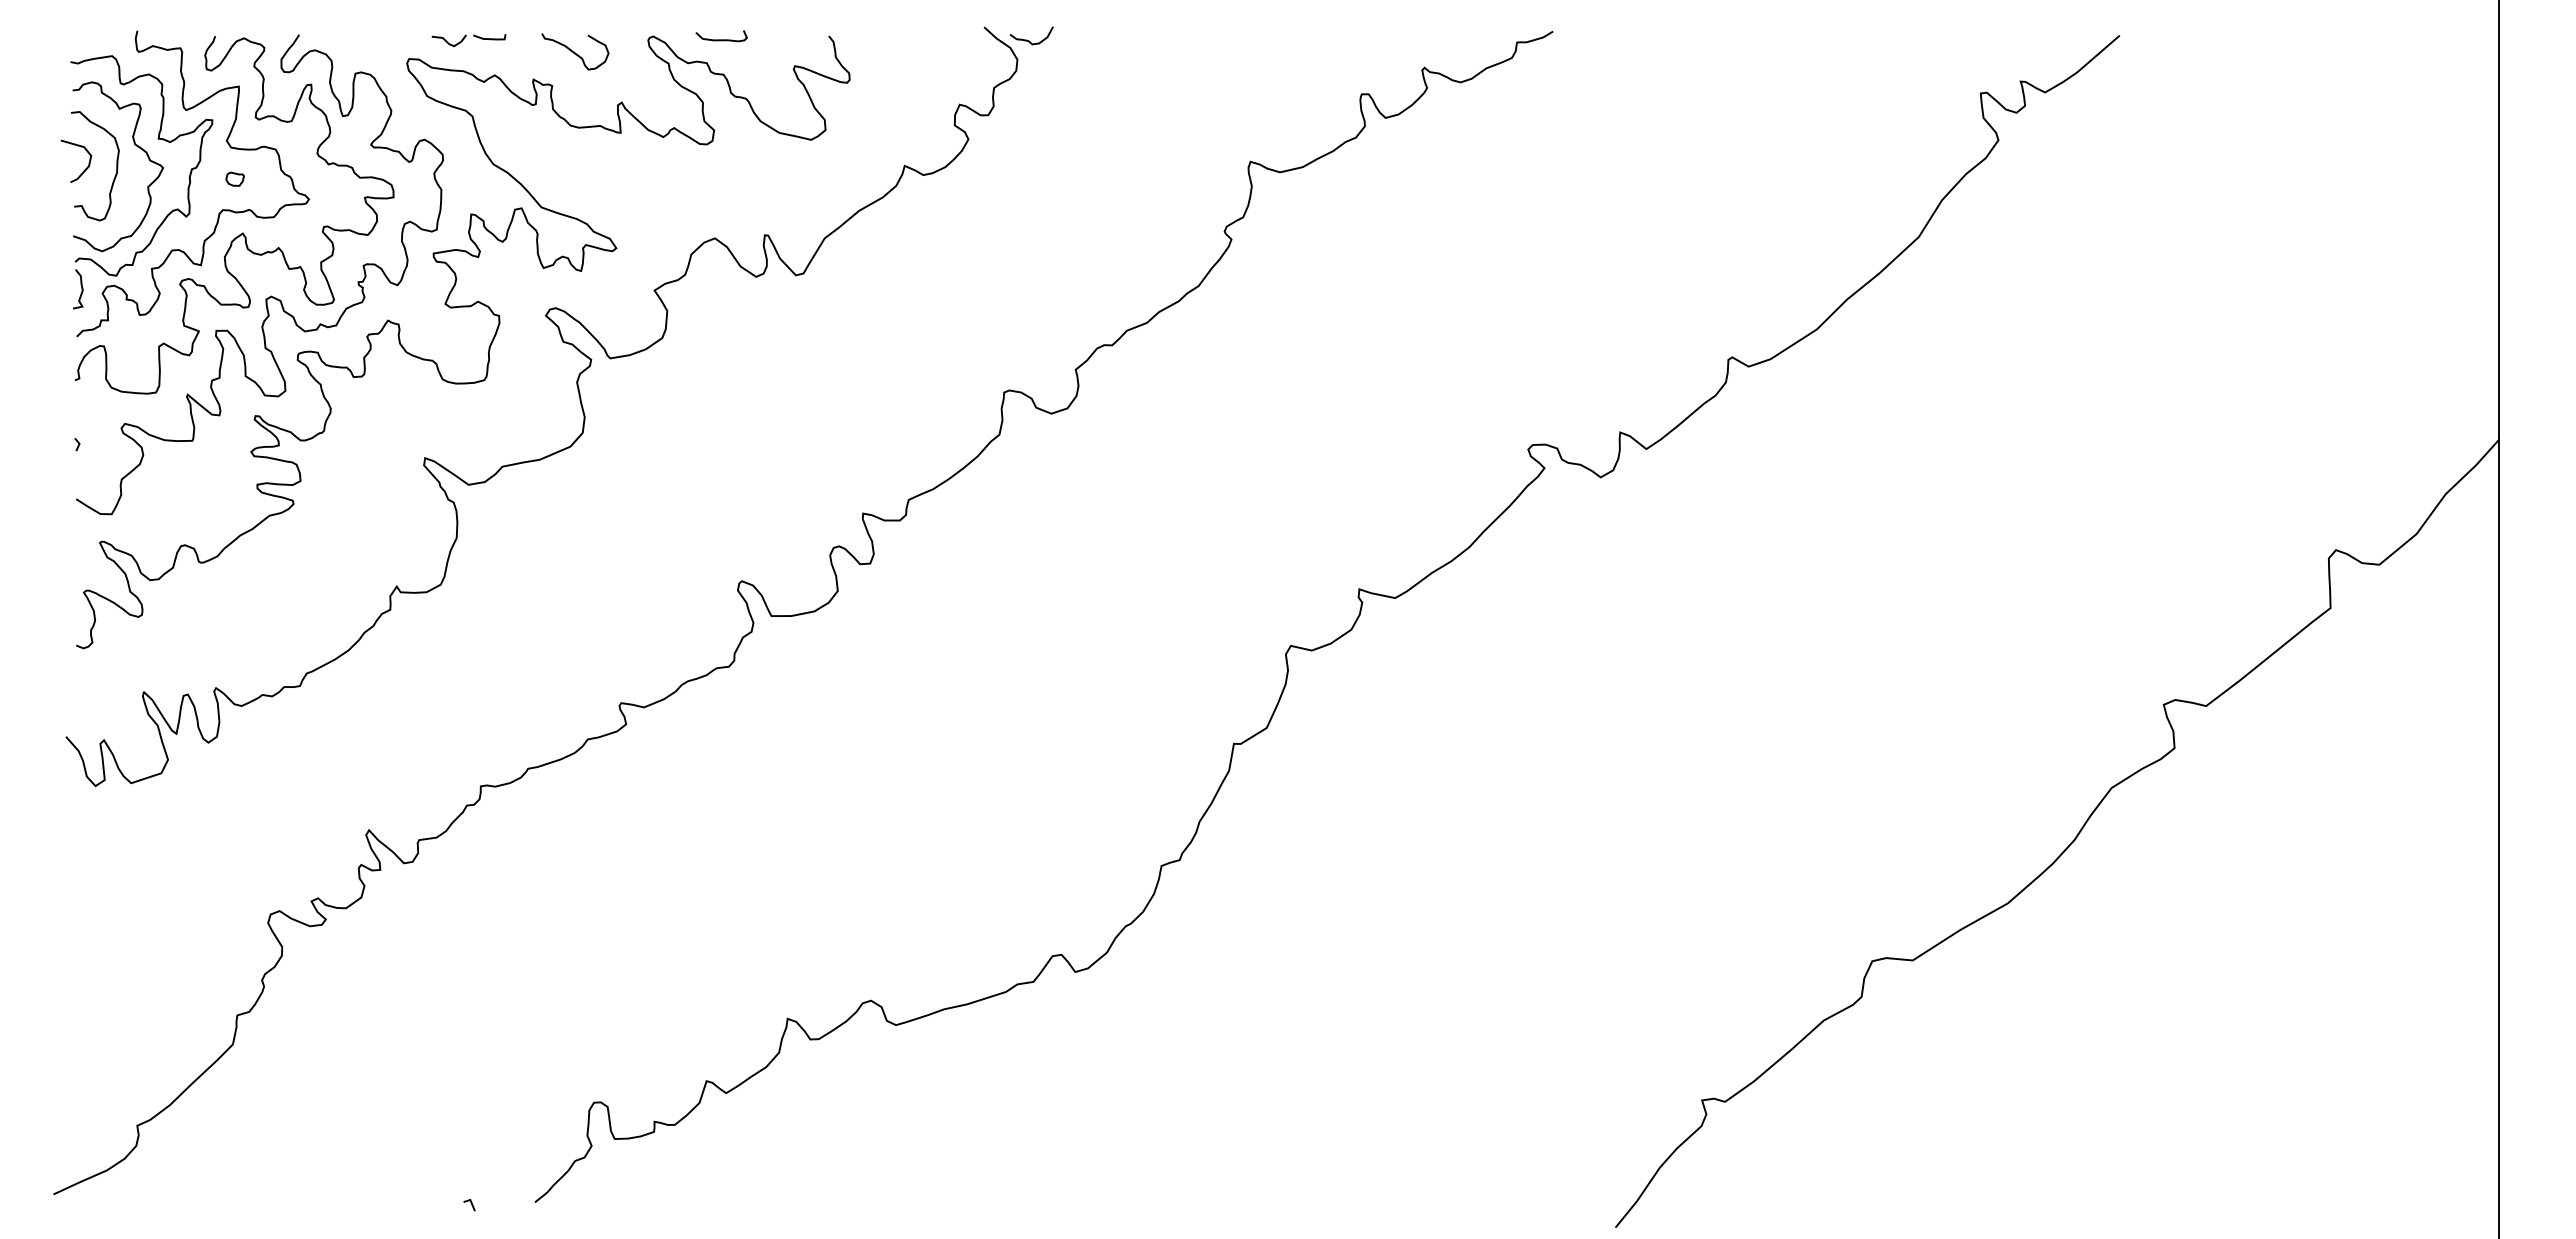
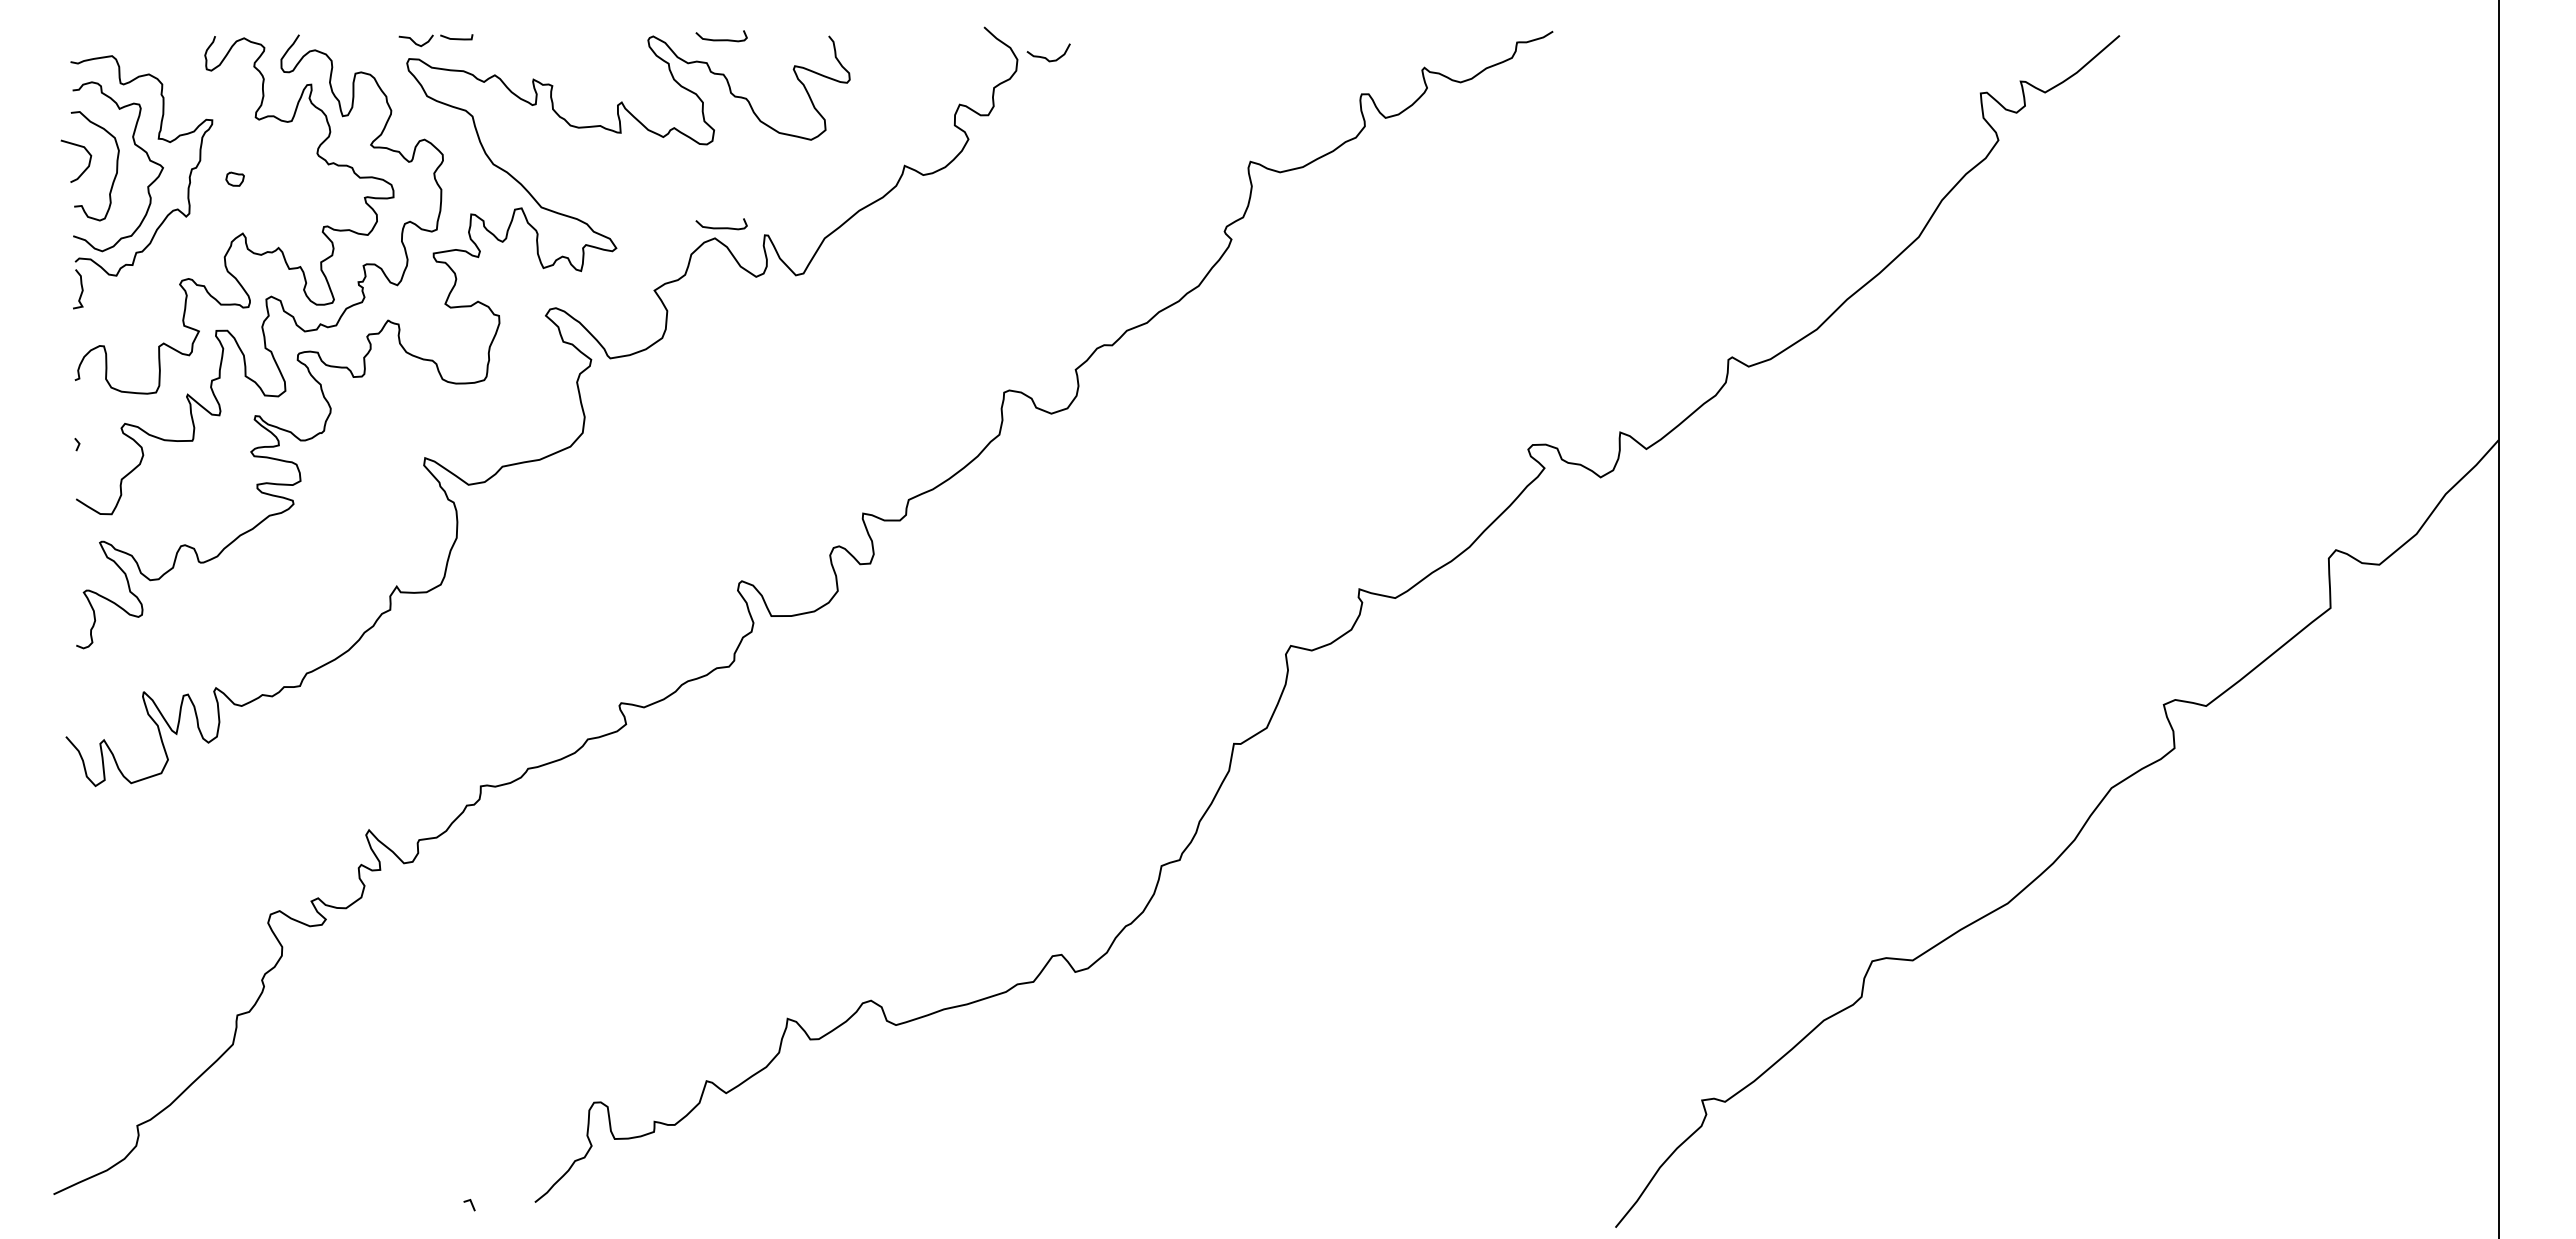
part at (468, 40) position: (468, 40) -> (435, 40)
curve at (1029, 40) position: (1029, 40) -> (1046, 57)
curve at (574, 51): present -> none
curve at (220, 211): present -> none
curve at (721, 227): none -> present
